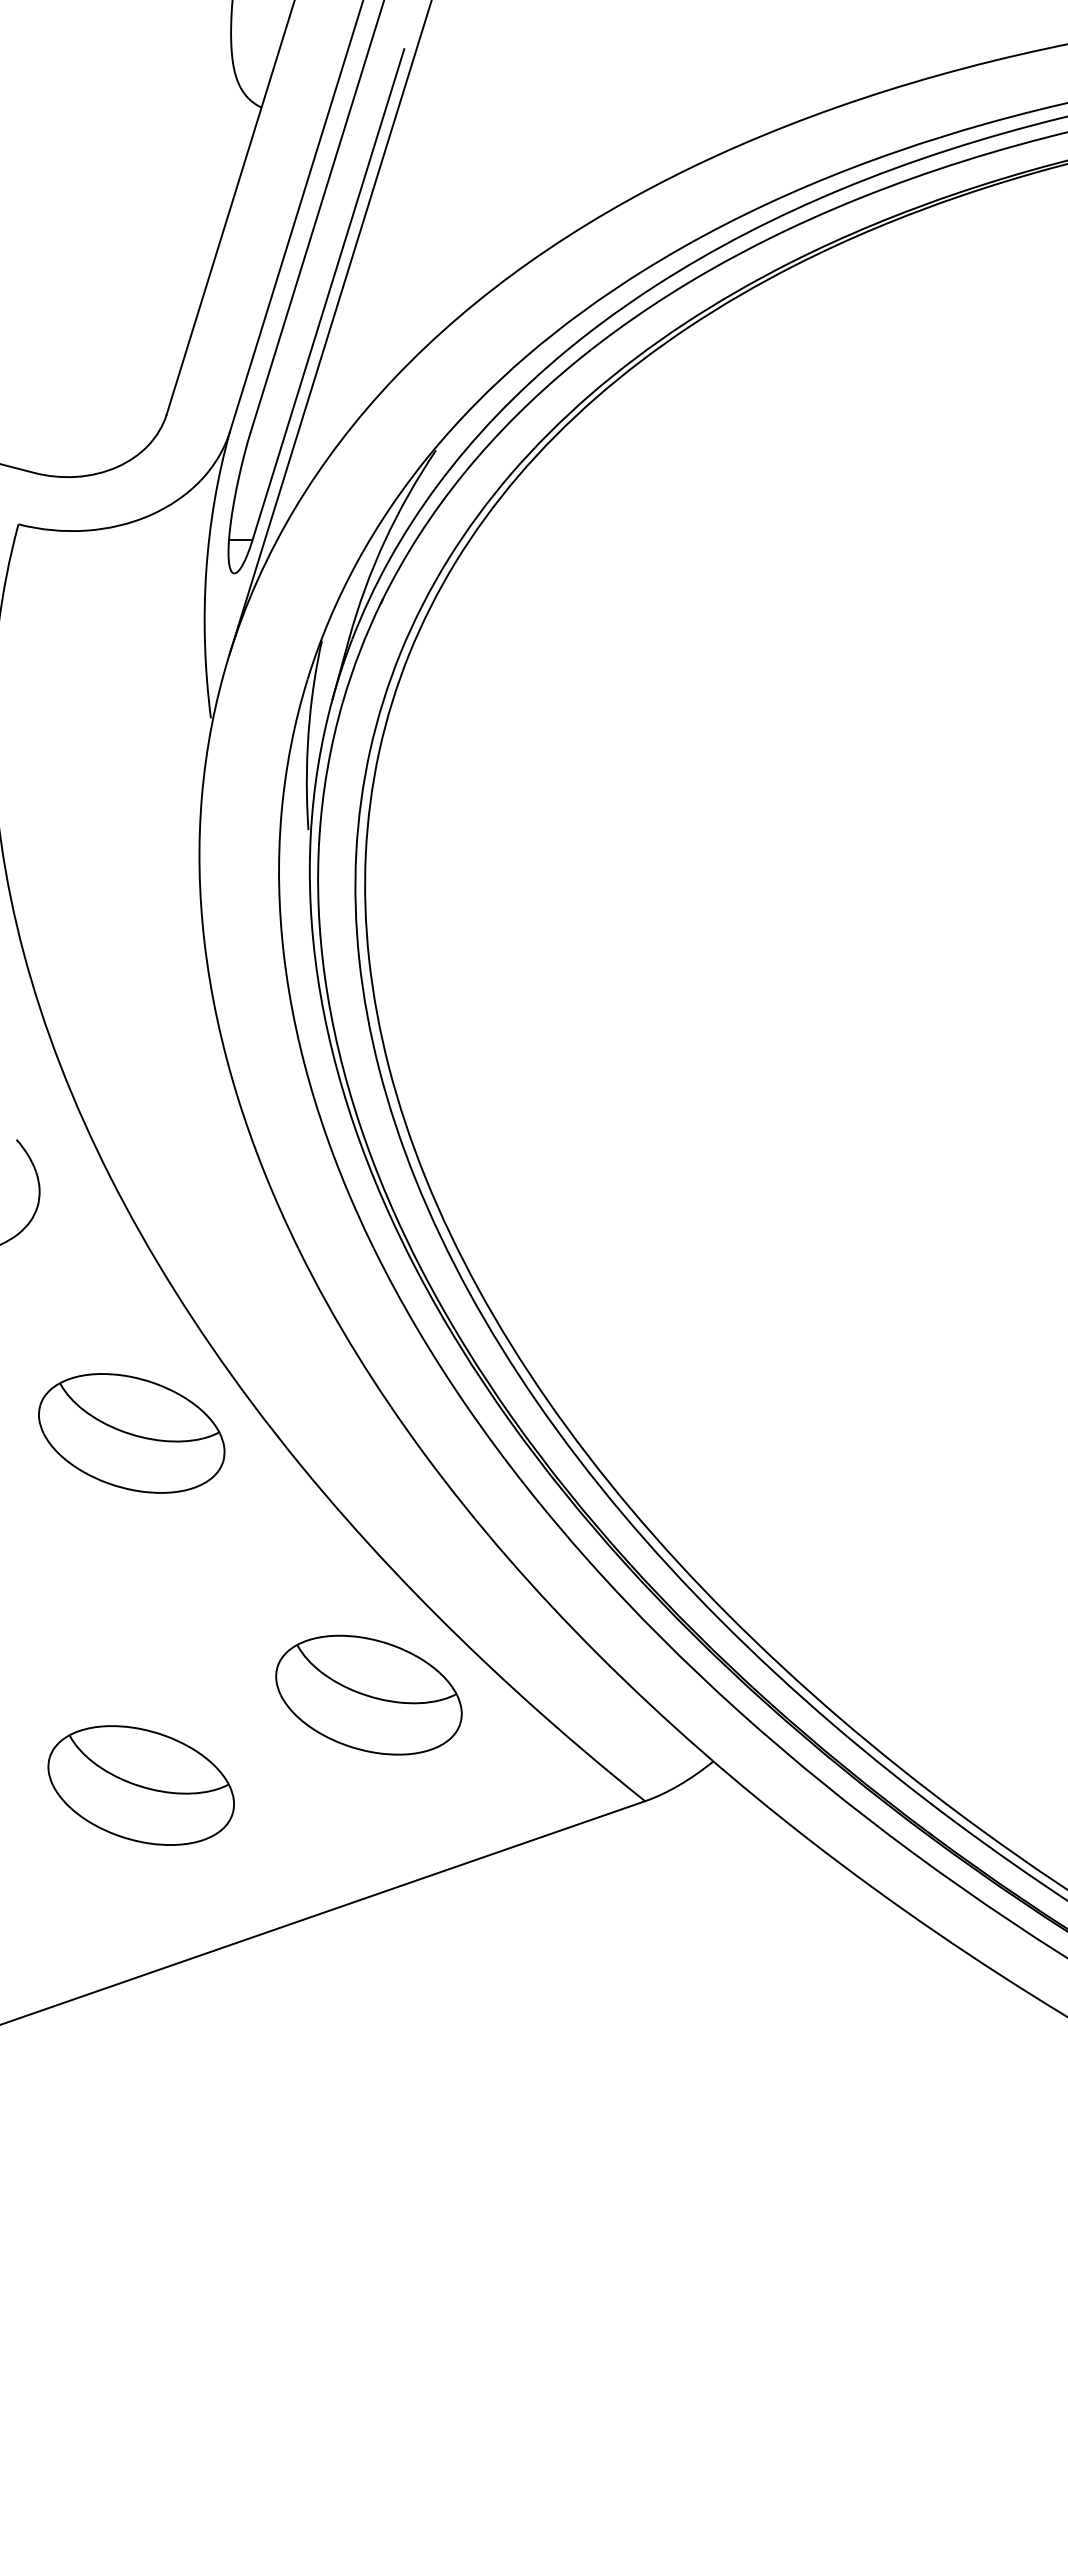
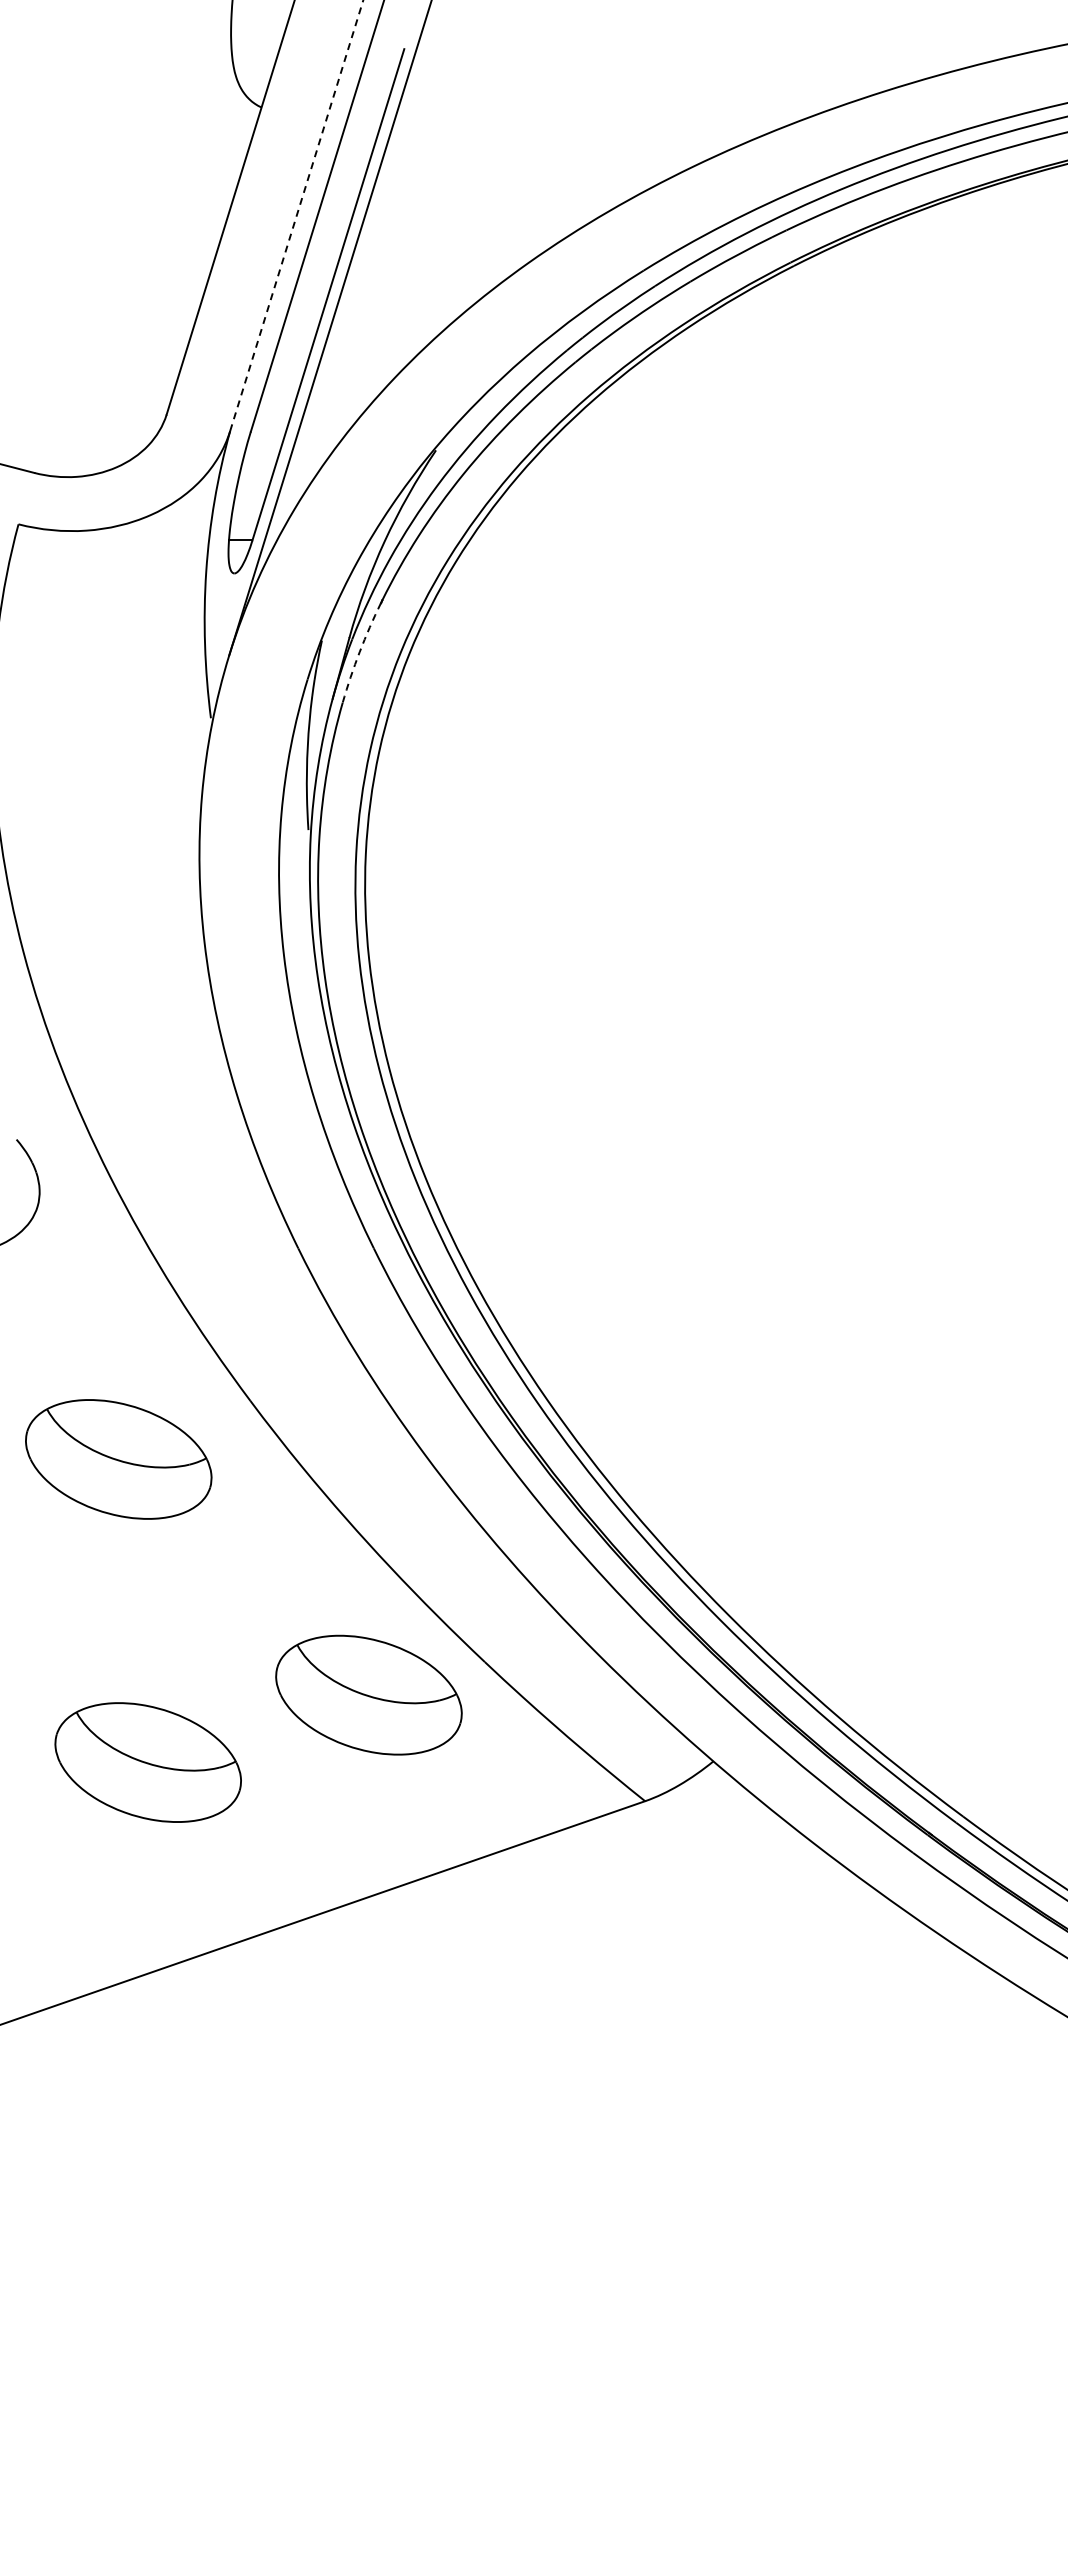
line at (296, 215): solid -> dashed
arc at (359, 652): solid -> dashed
part at (131, 1433) position: (131, 1433) -> (118, 1459)
part at (140, 1785) position: (140, 1785) -> (147, 1762)
